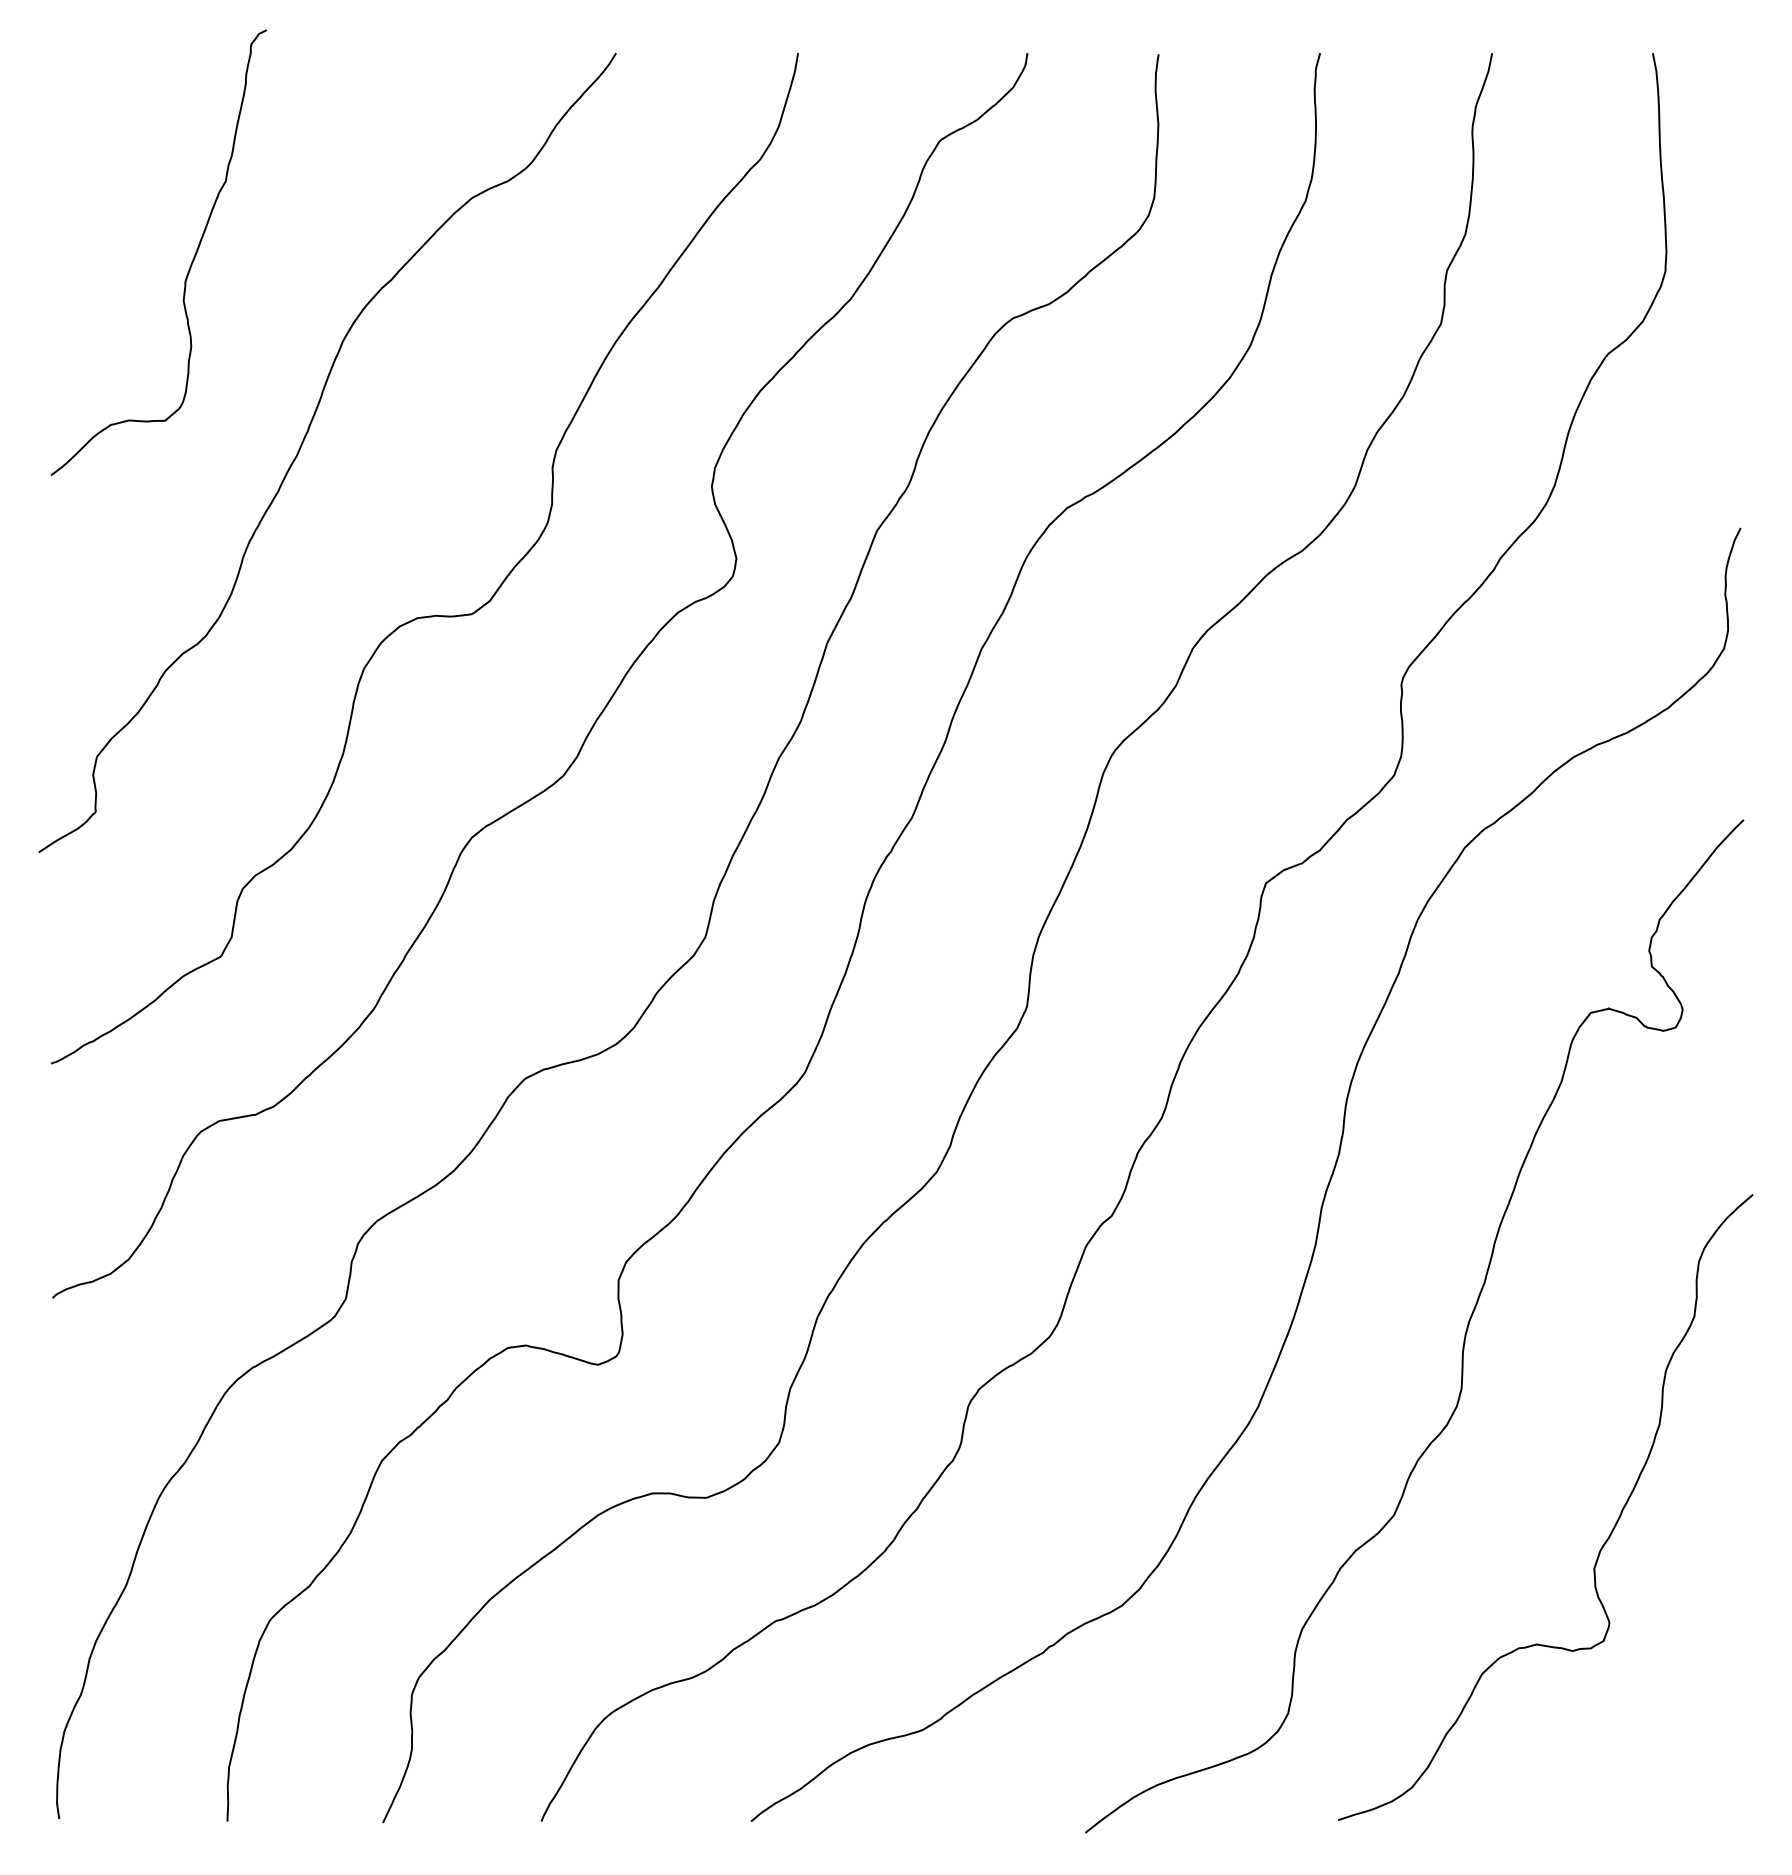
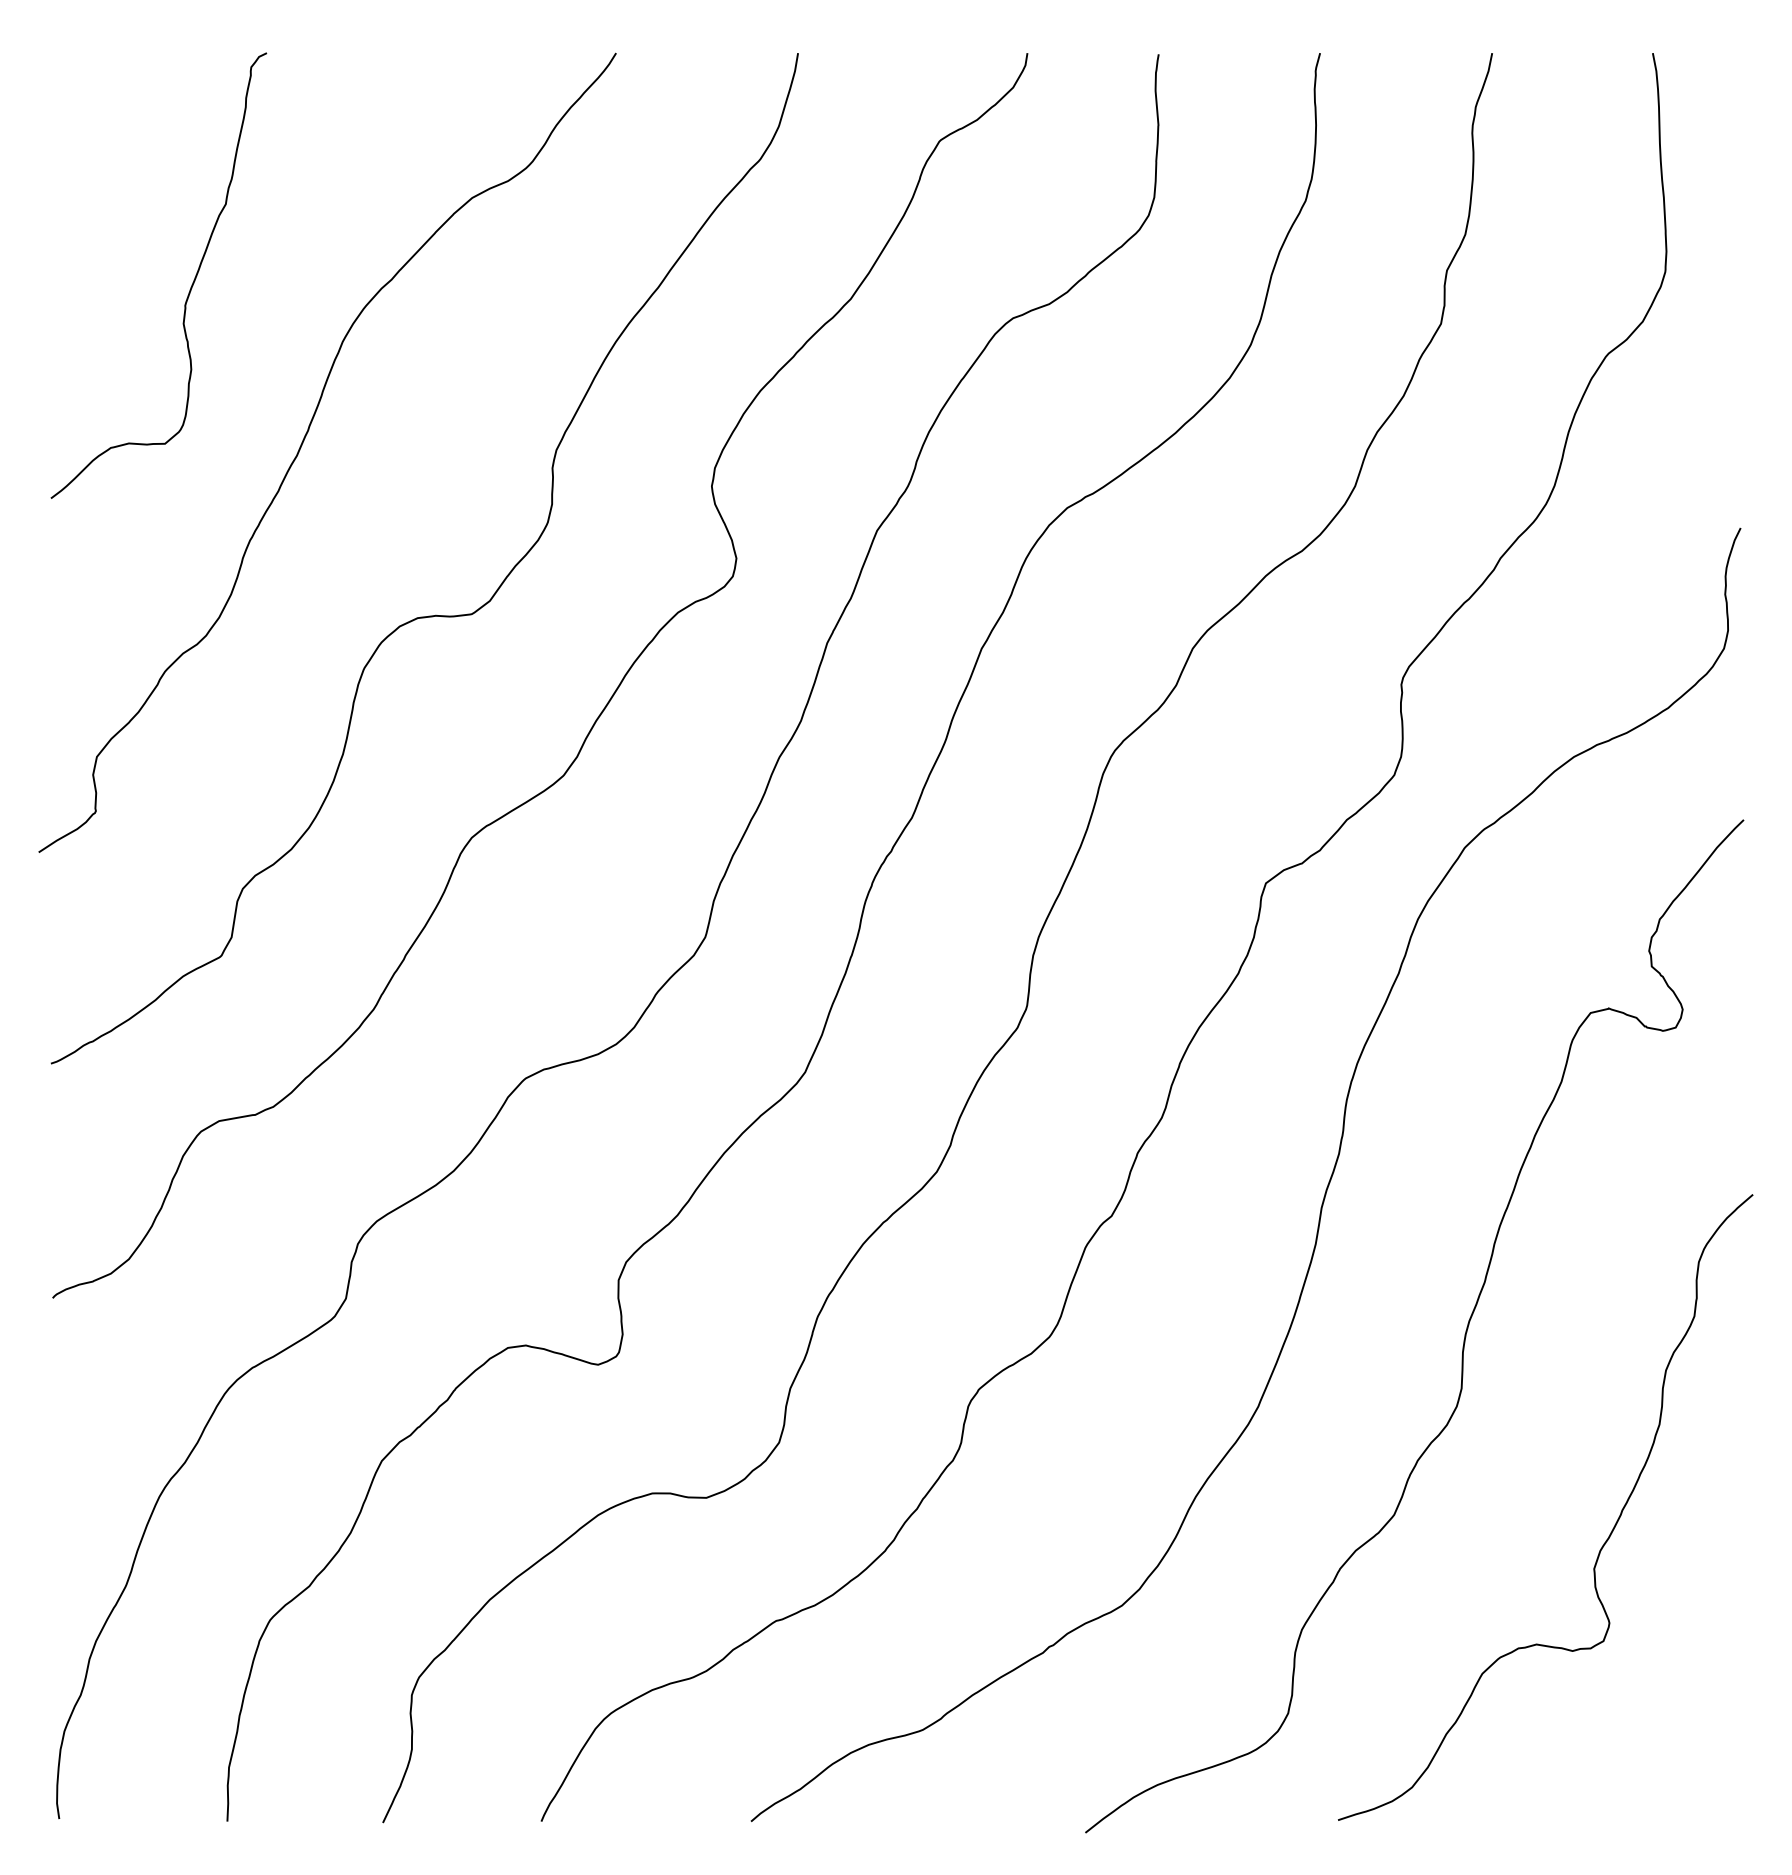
curve at (189, 266) position: (189, 266) -> (189, 289)
